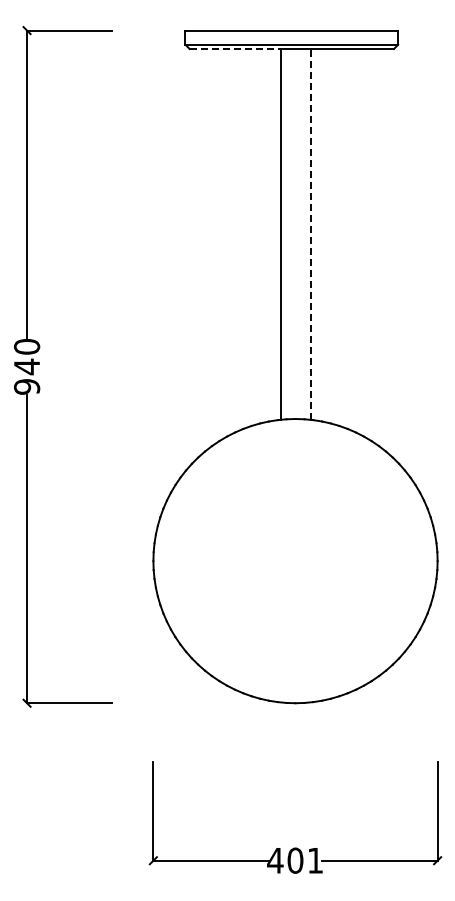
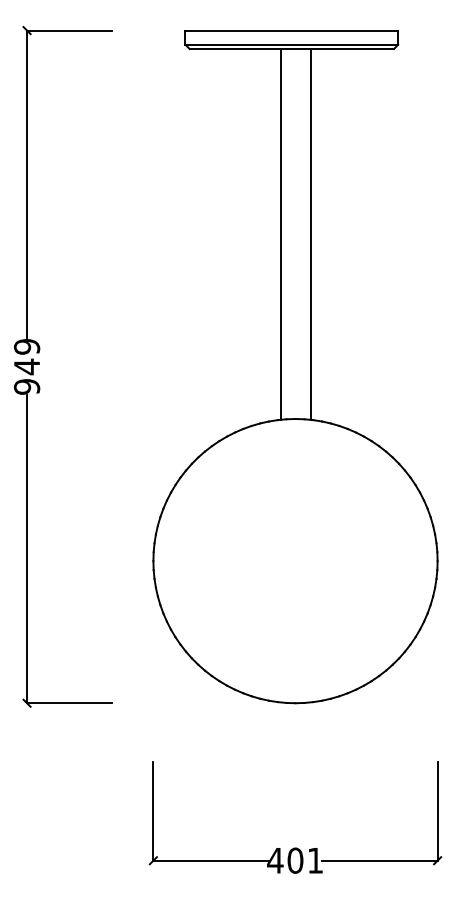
line at (235, 49): dashed -> solid
line at (311, 233): dashed -> solid
text at (27, 346): 940 -> 949
